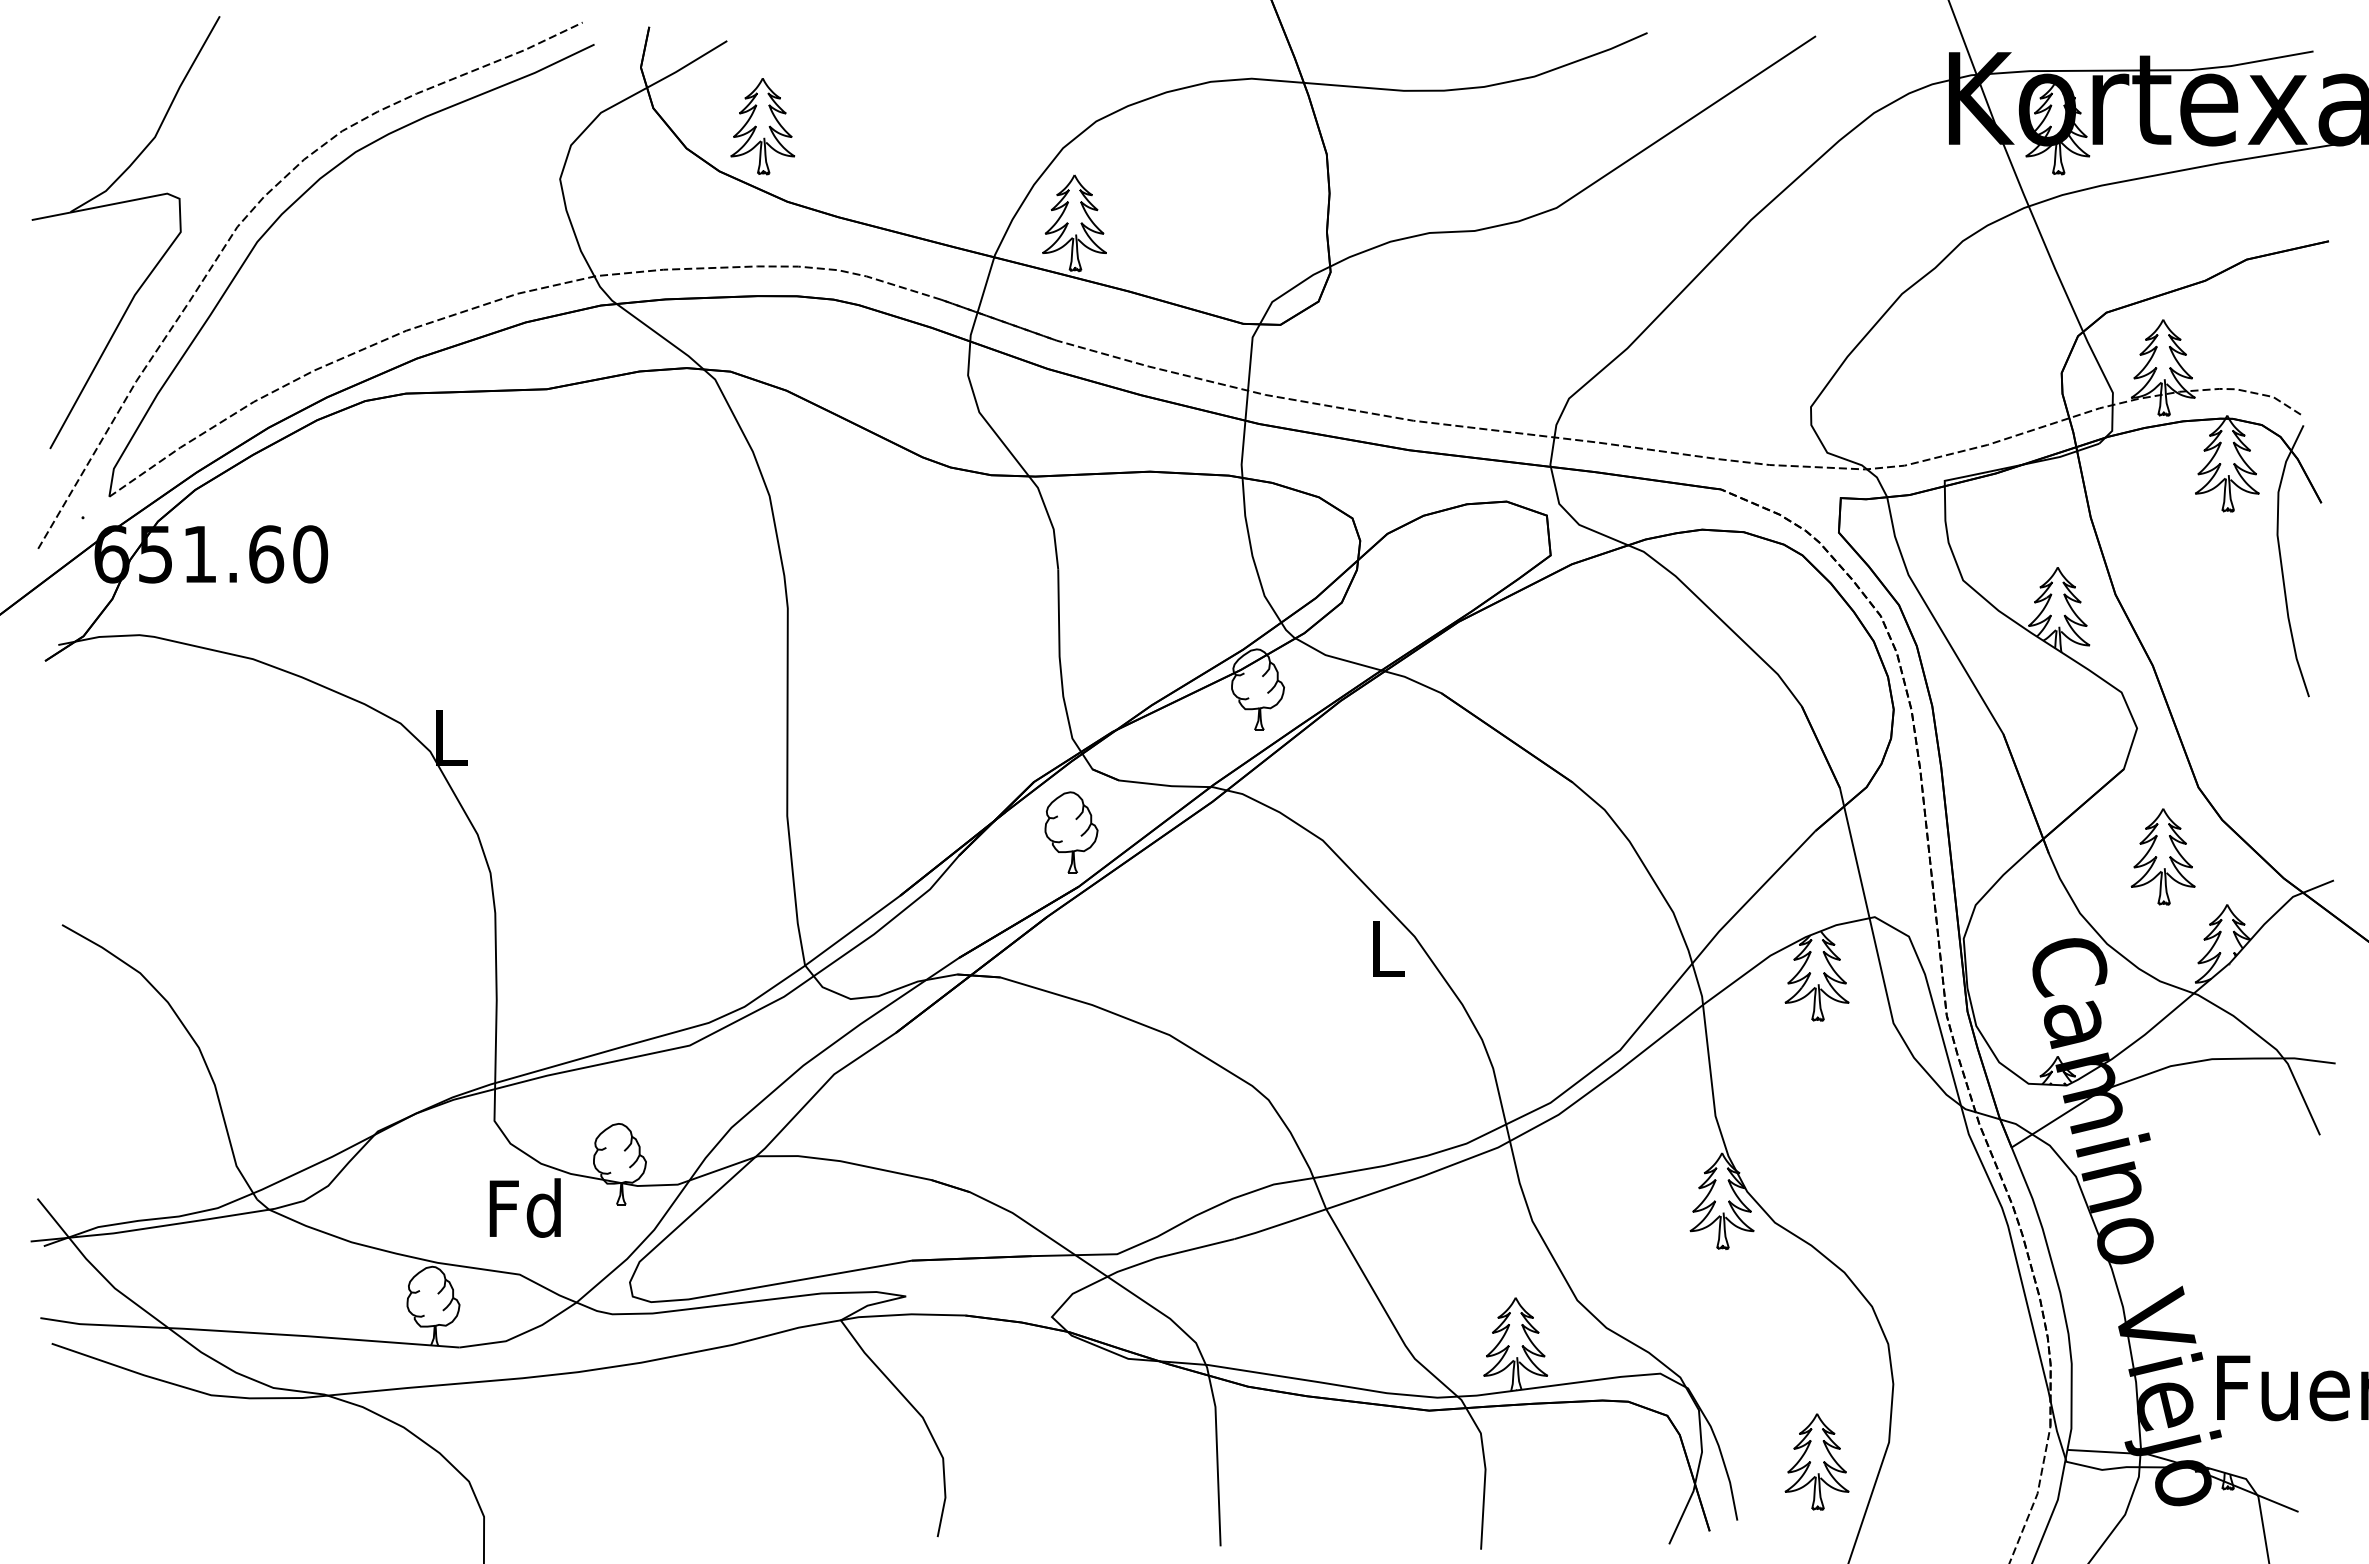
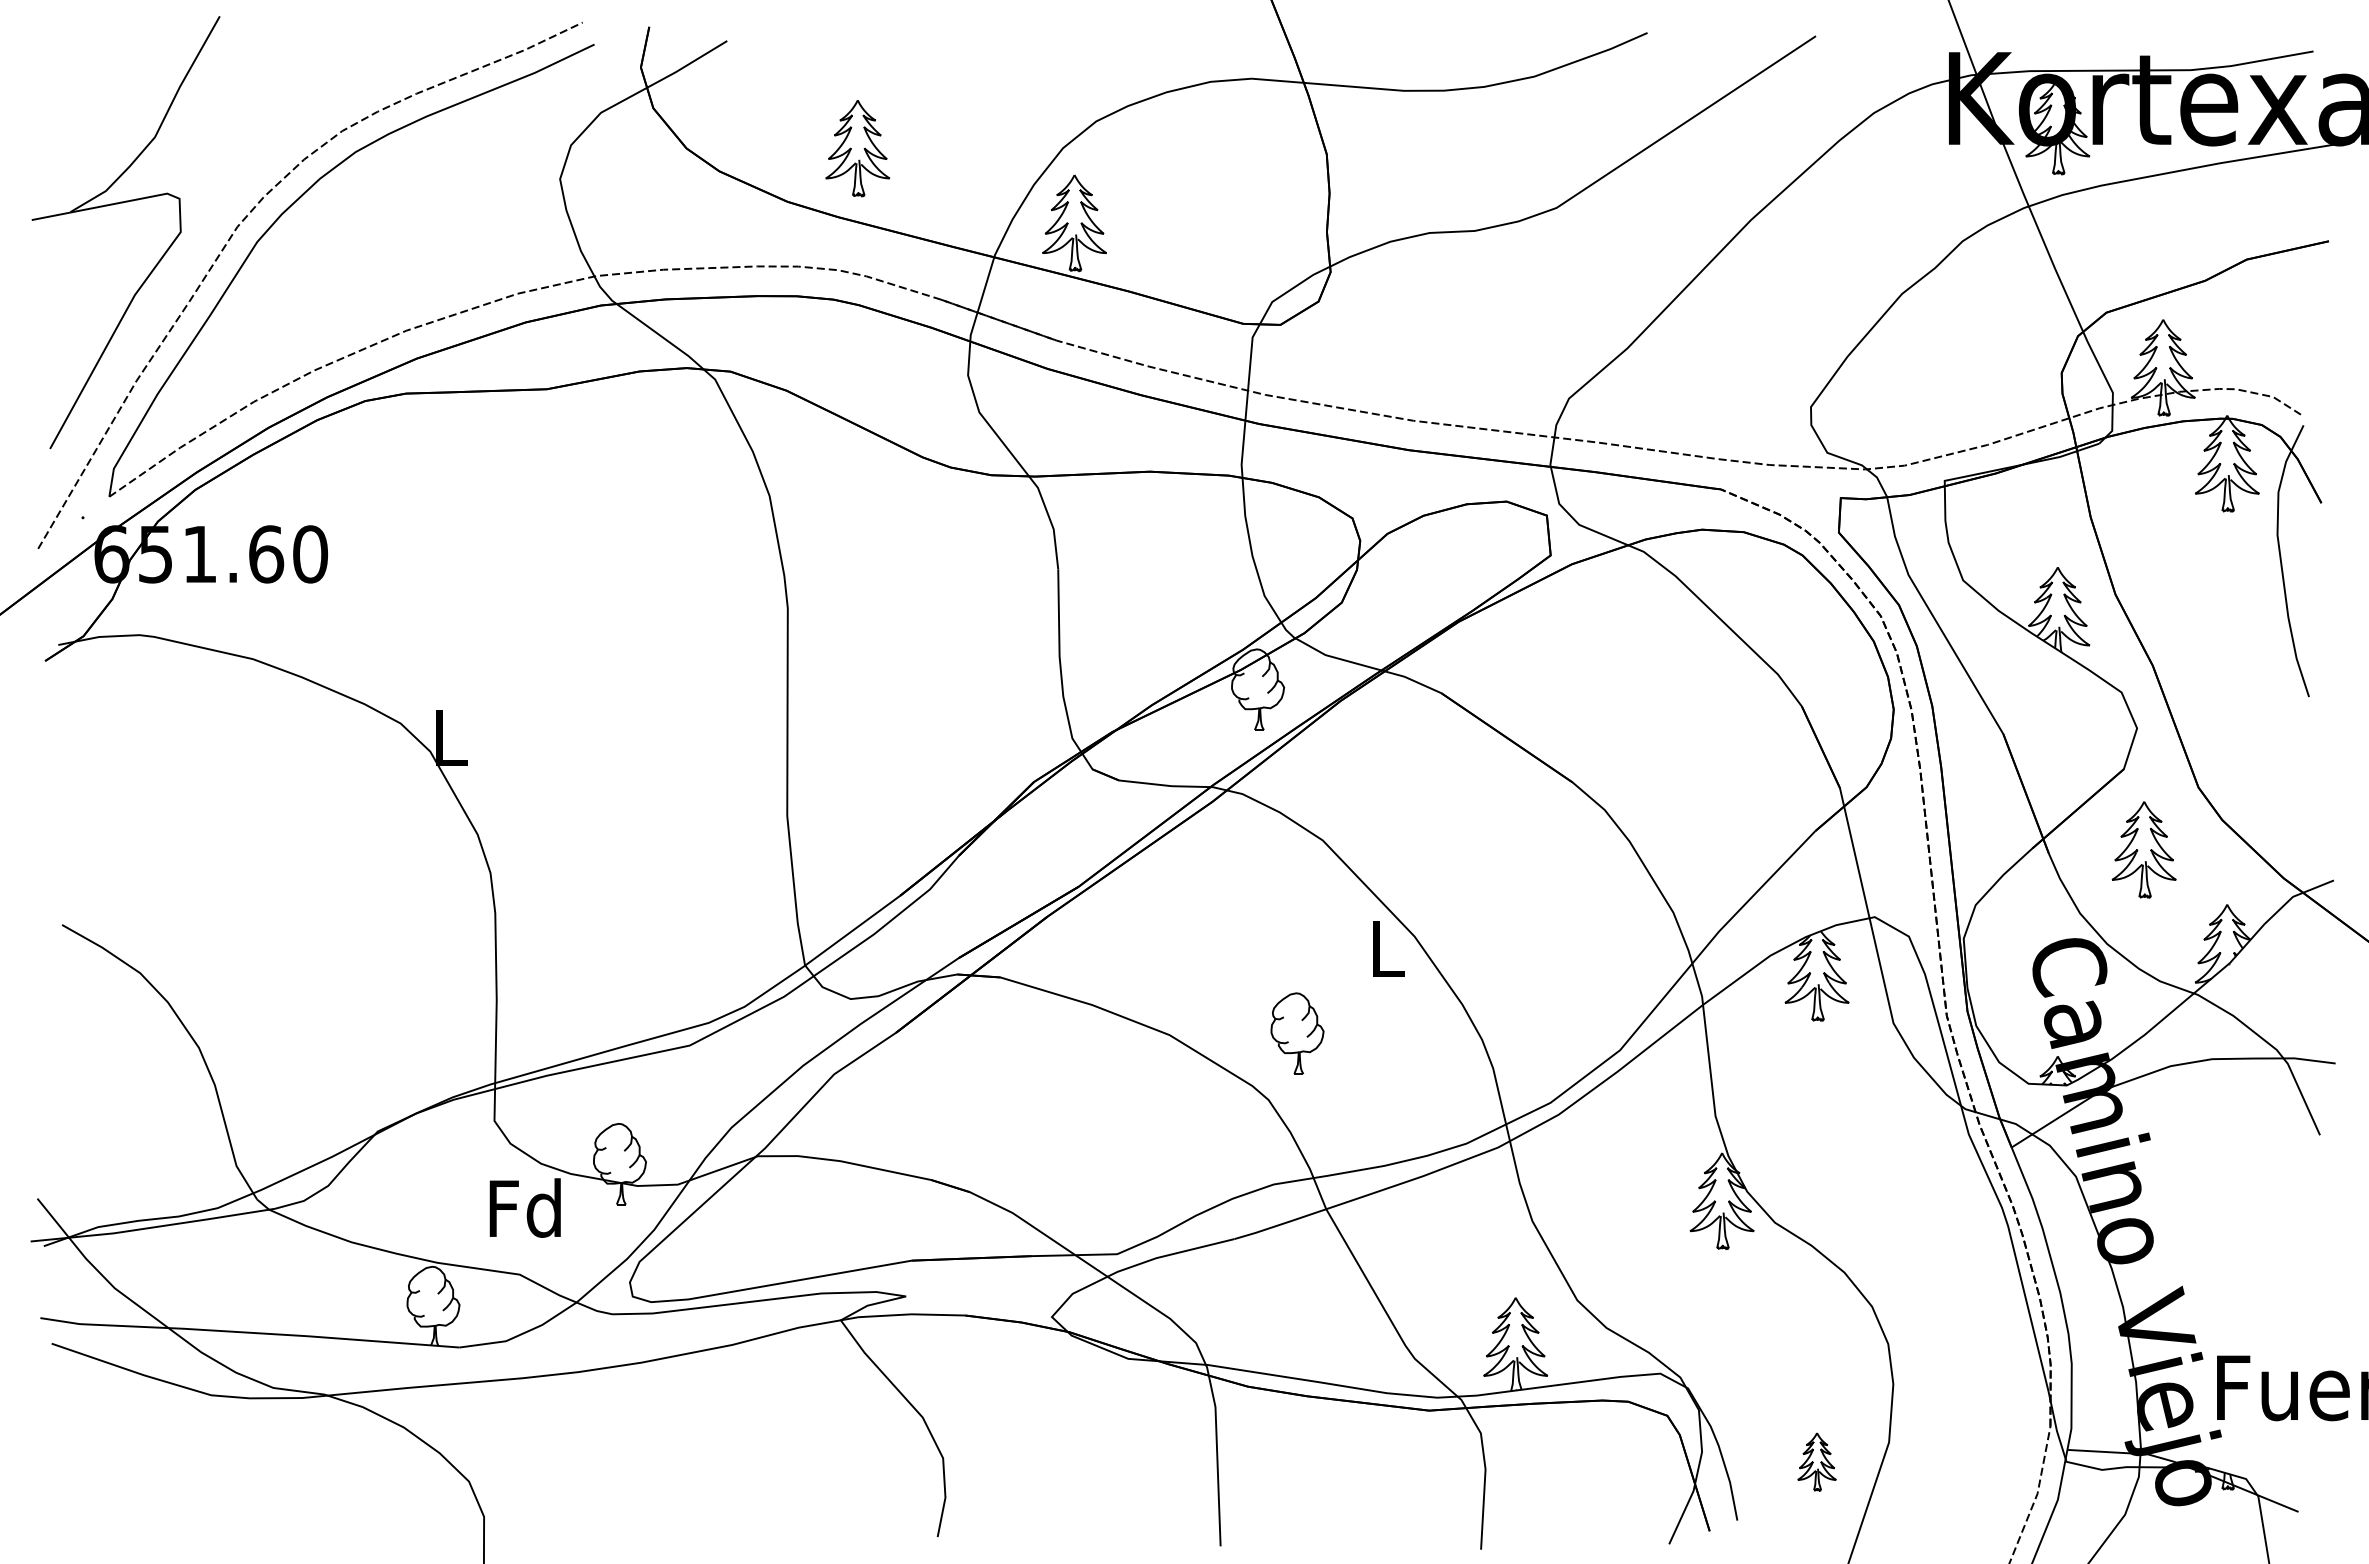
part at (762, 126) position: (762, 126) -> (857, 148)
part at (1071, 832) position: (1071, 832) -> (1297, 1033)
part at (2162, 856) position: (2162, 856) -> (2143, 849)
part at (1816, 1461) size: 66x98 px -> 40x60 px
